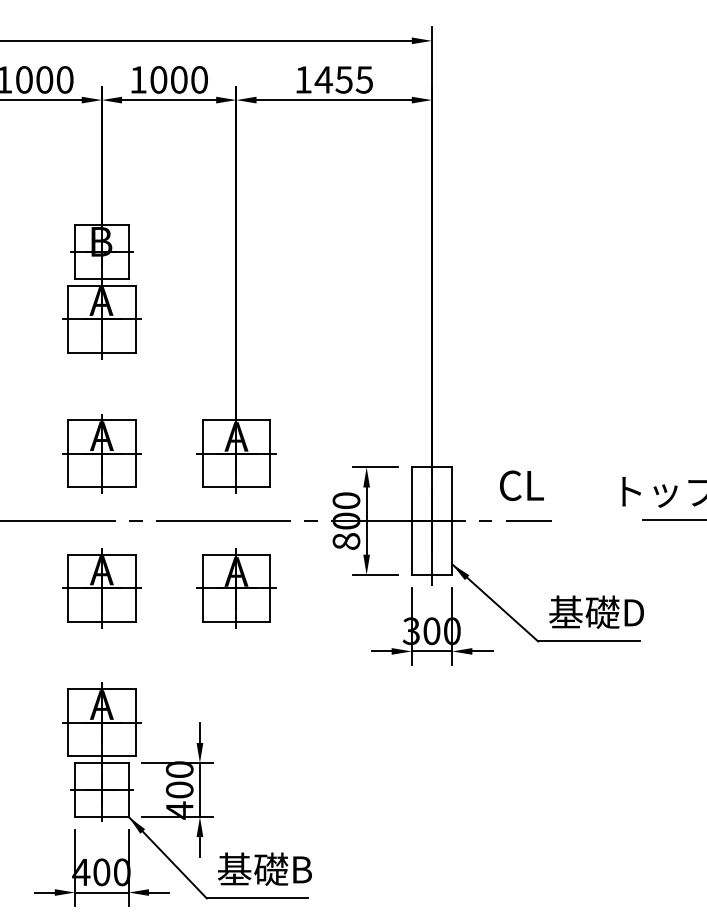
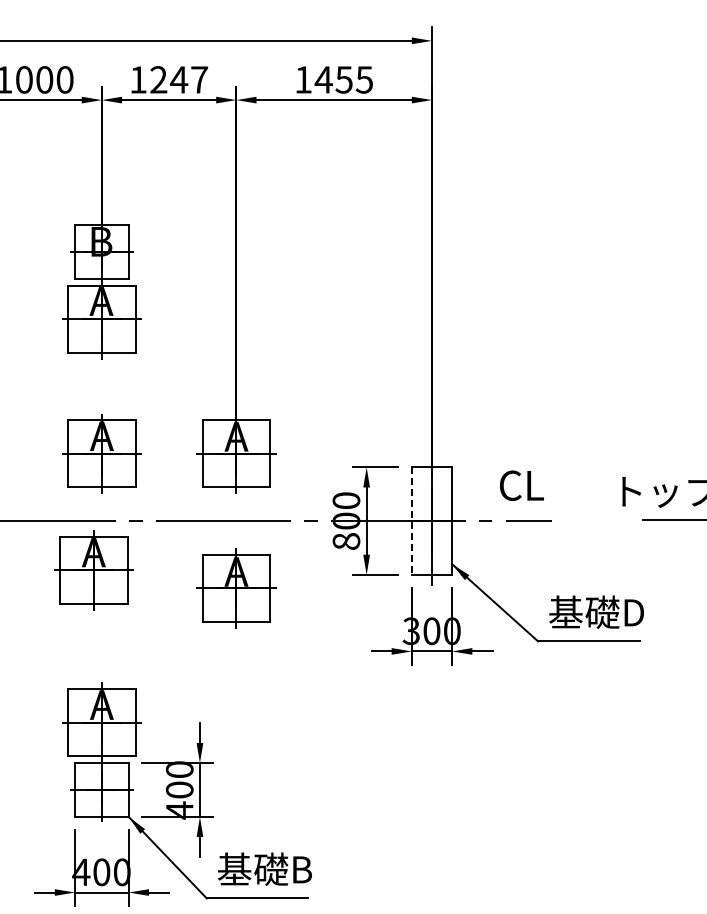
text at (179, 79): 1000 -> 1247
line at (411, 521): solid -> dashed
part at (101, 588) position: (101, 588) -> (93, 570)
